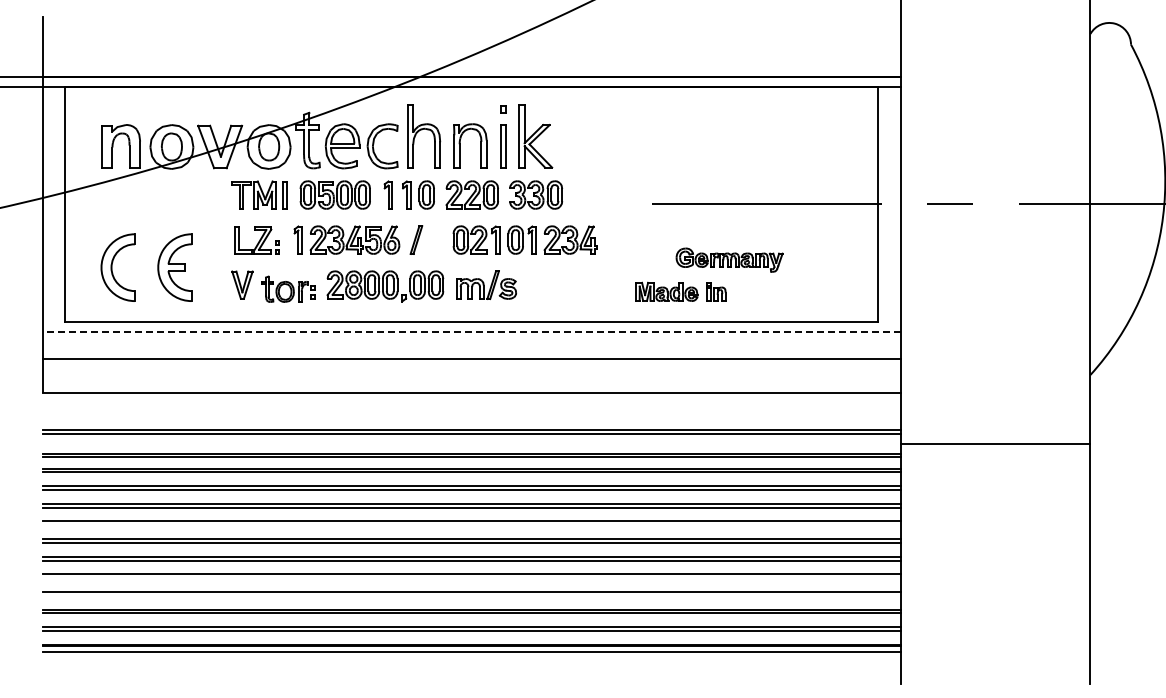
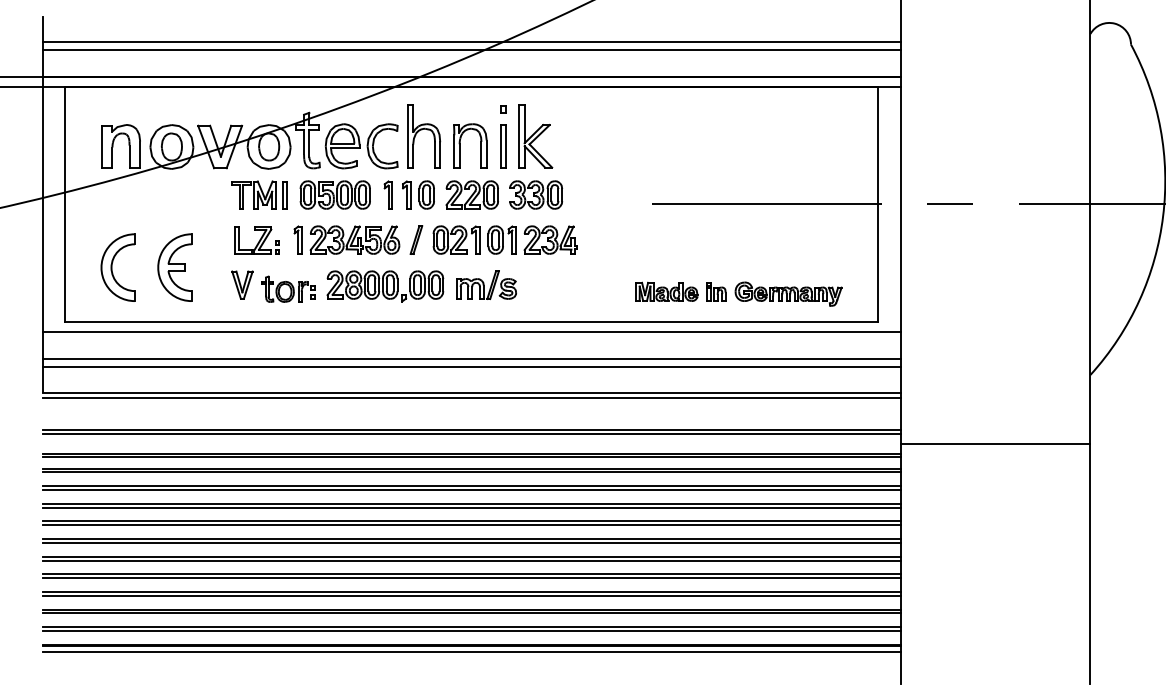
line at (471, 42): none -> present
line at (471, 49): none -> present
part at (524, 239) position: (524, 239) -> (504, 239)
part at (729, 259) position: (729, 259) -> (788, 293)
line at (471, 332): dashed -> solid
line at (471, 366): none -> present
line at (471, 398): none -> present
line at (471, 525): none -> present
line at (471, 578): none -> present
line at (471, 595): none -> present
